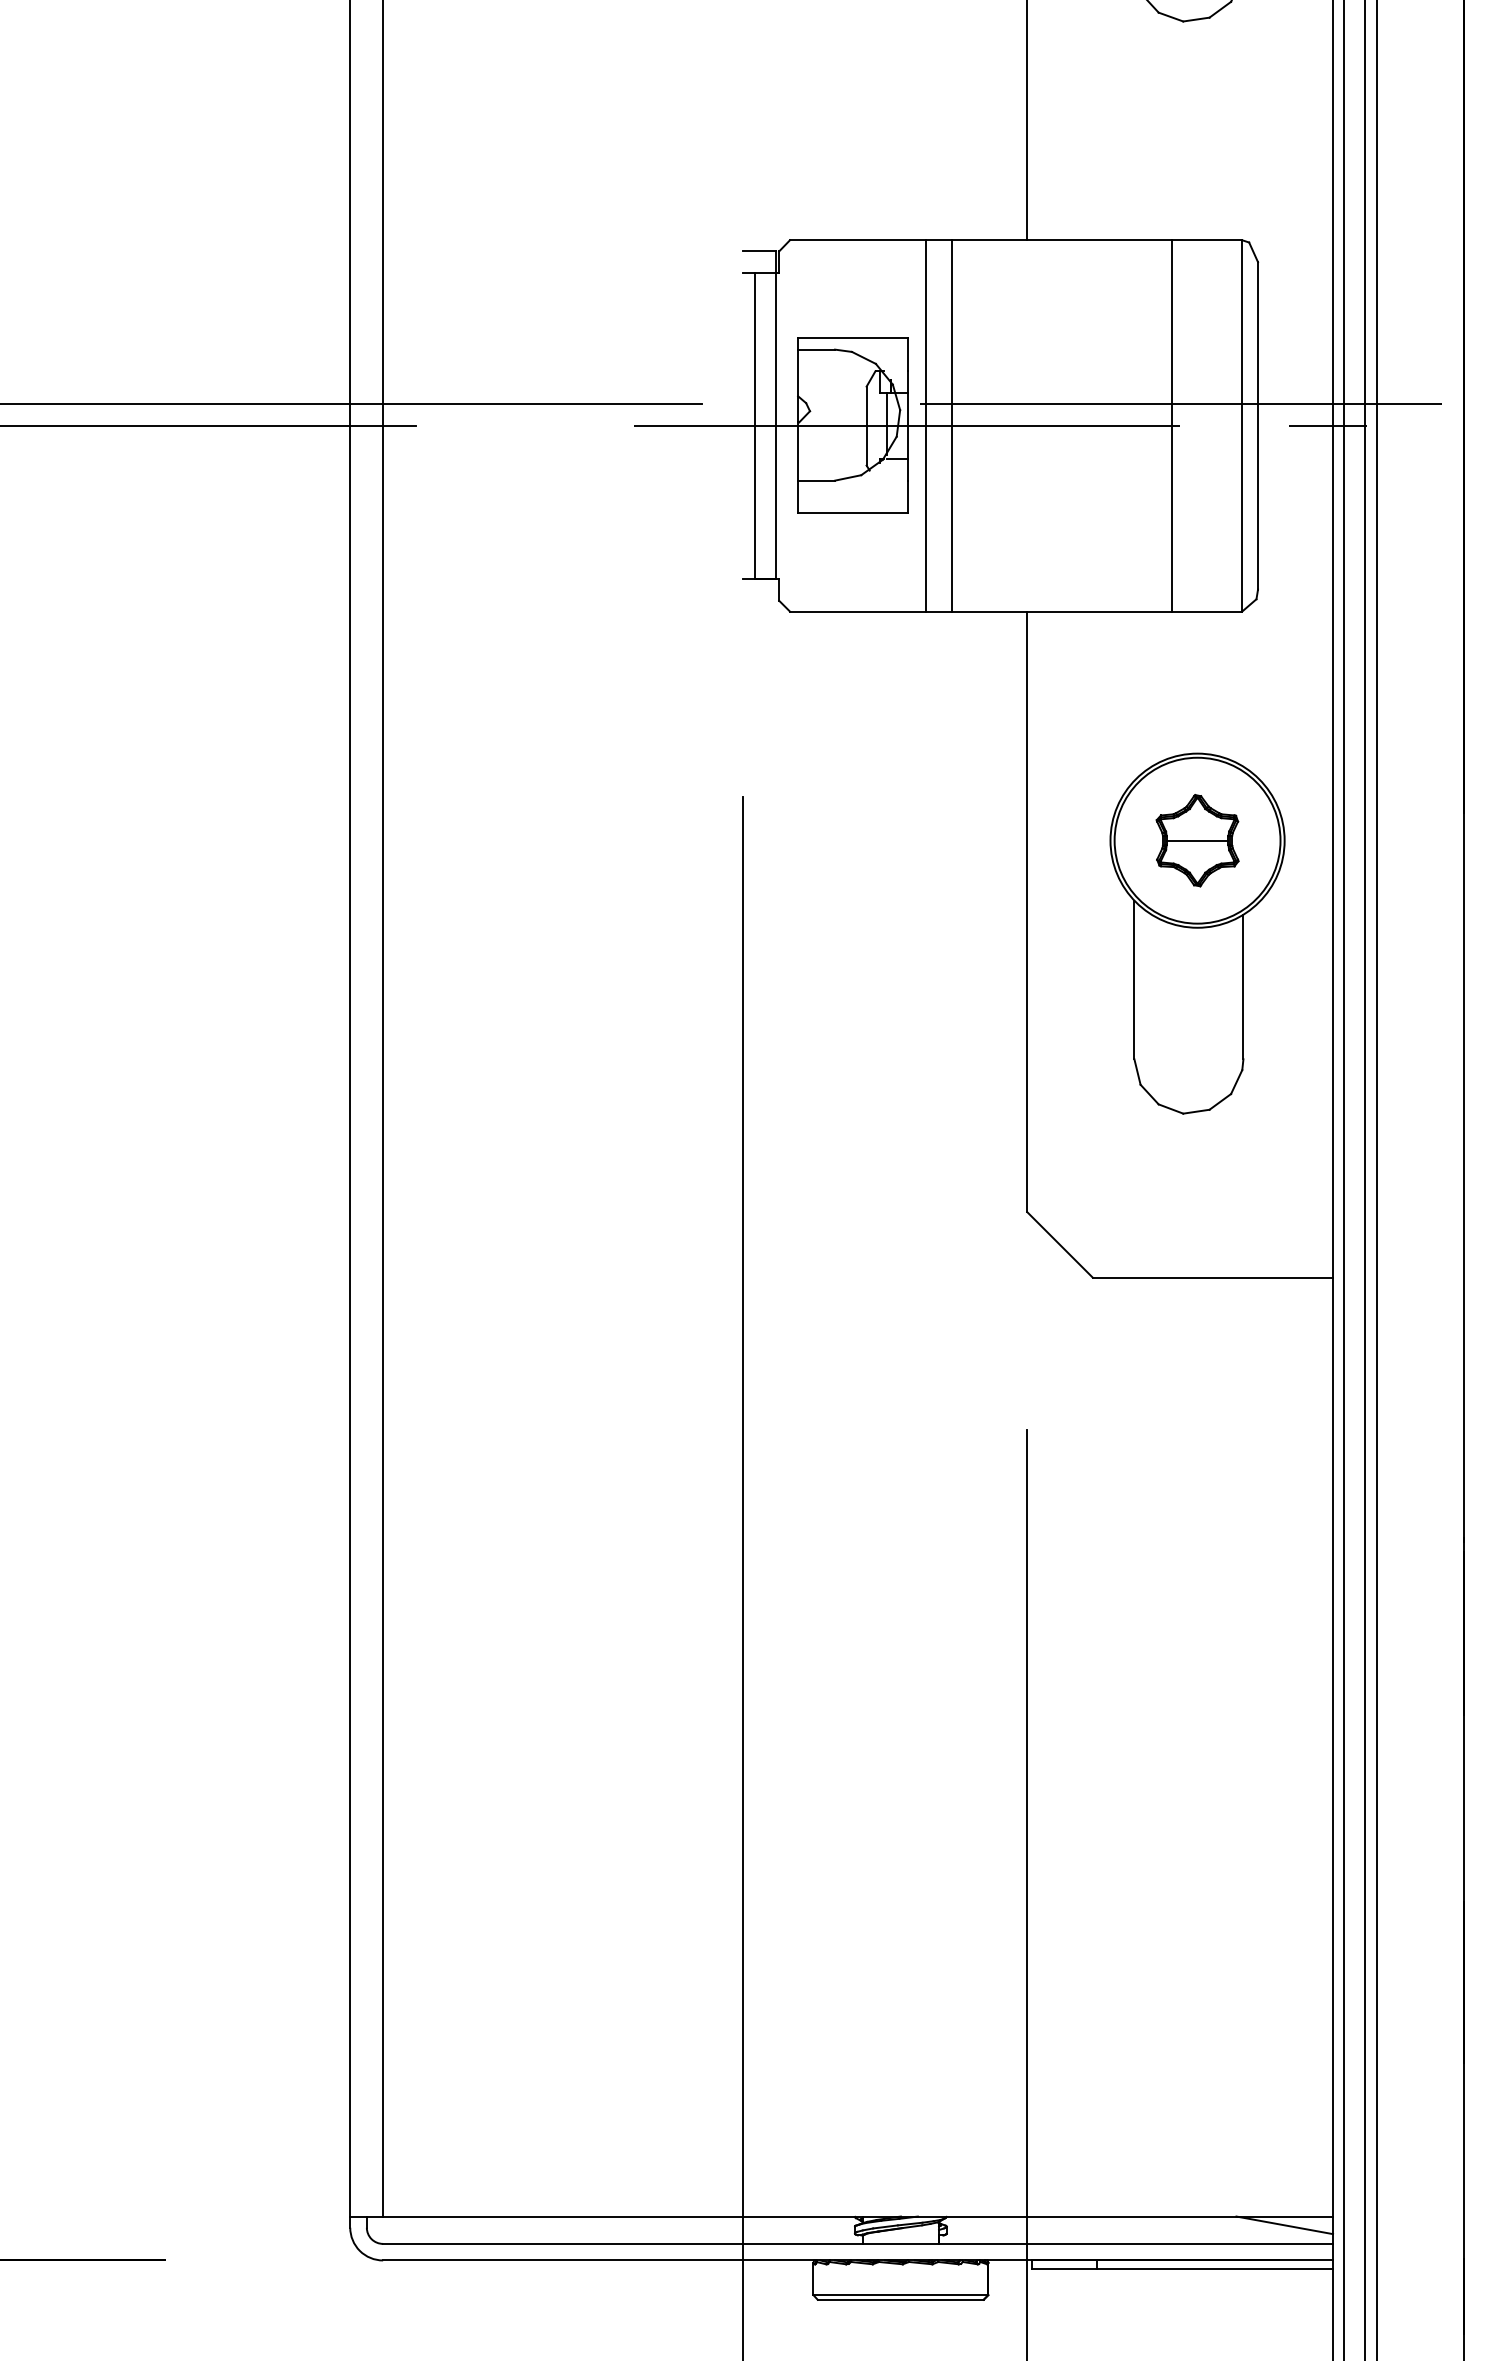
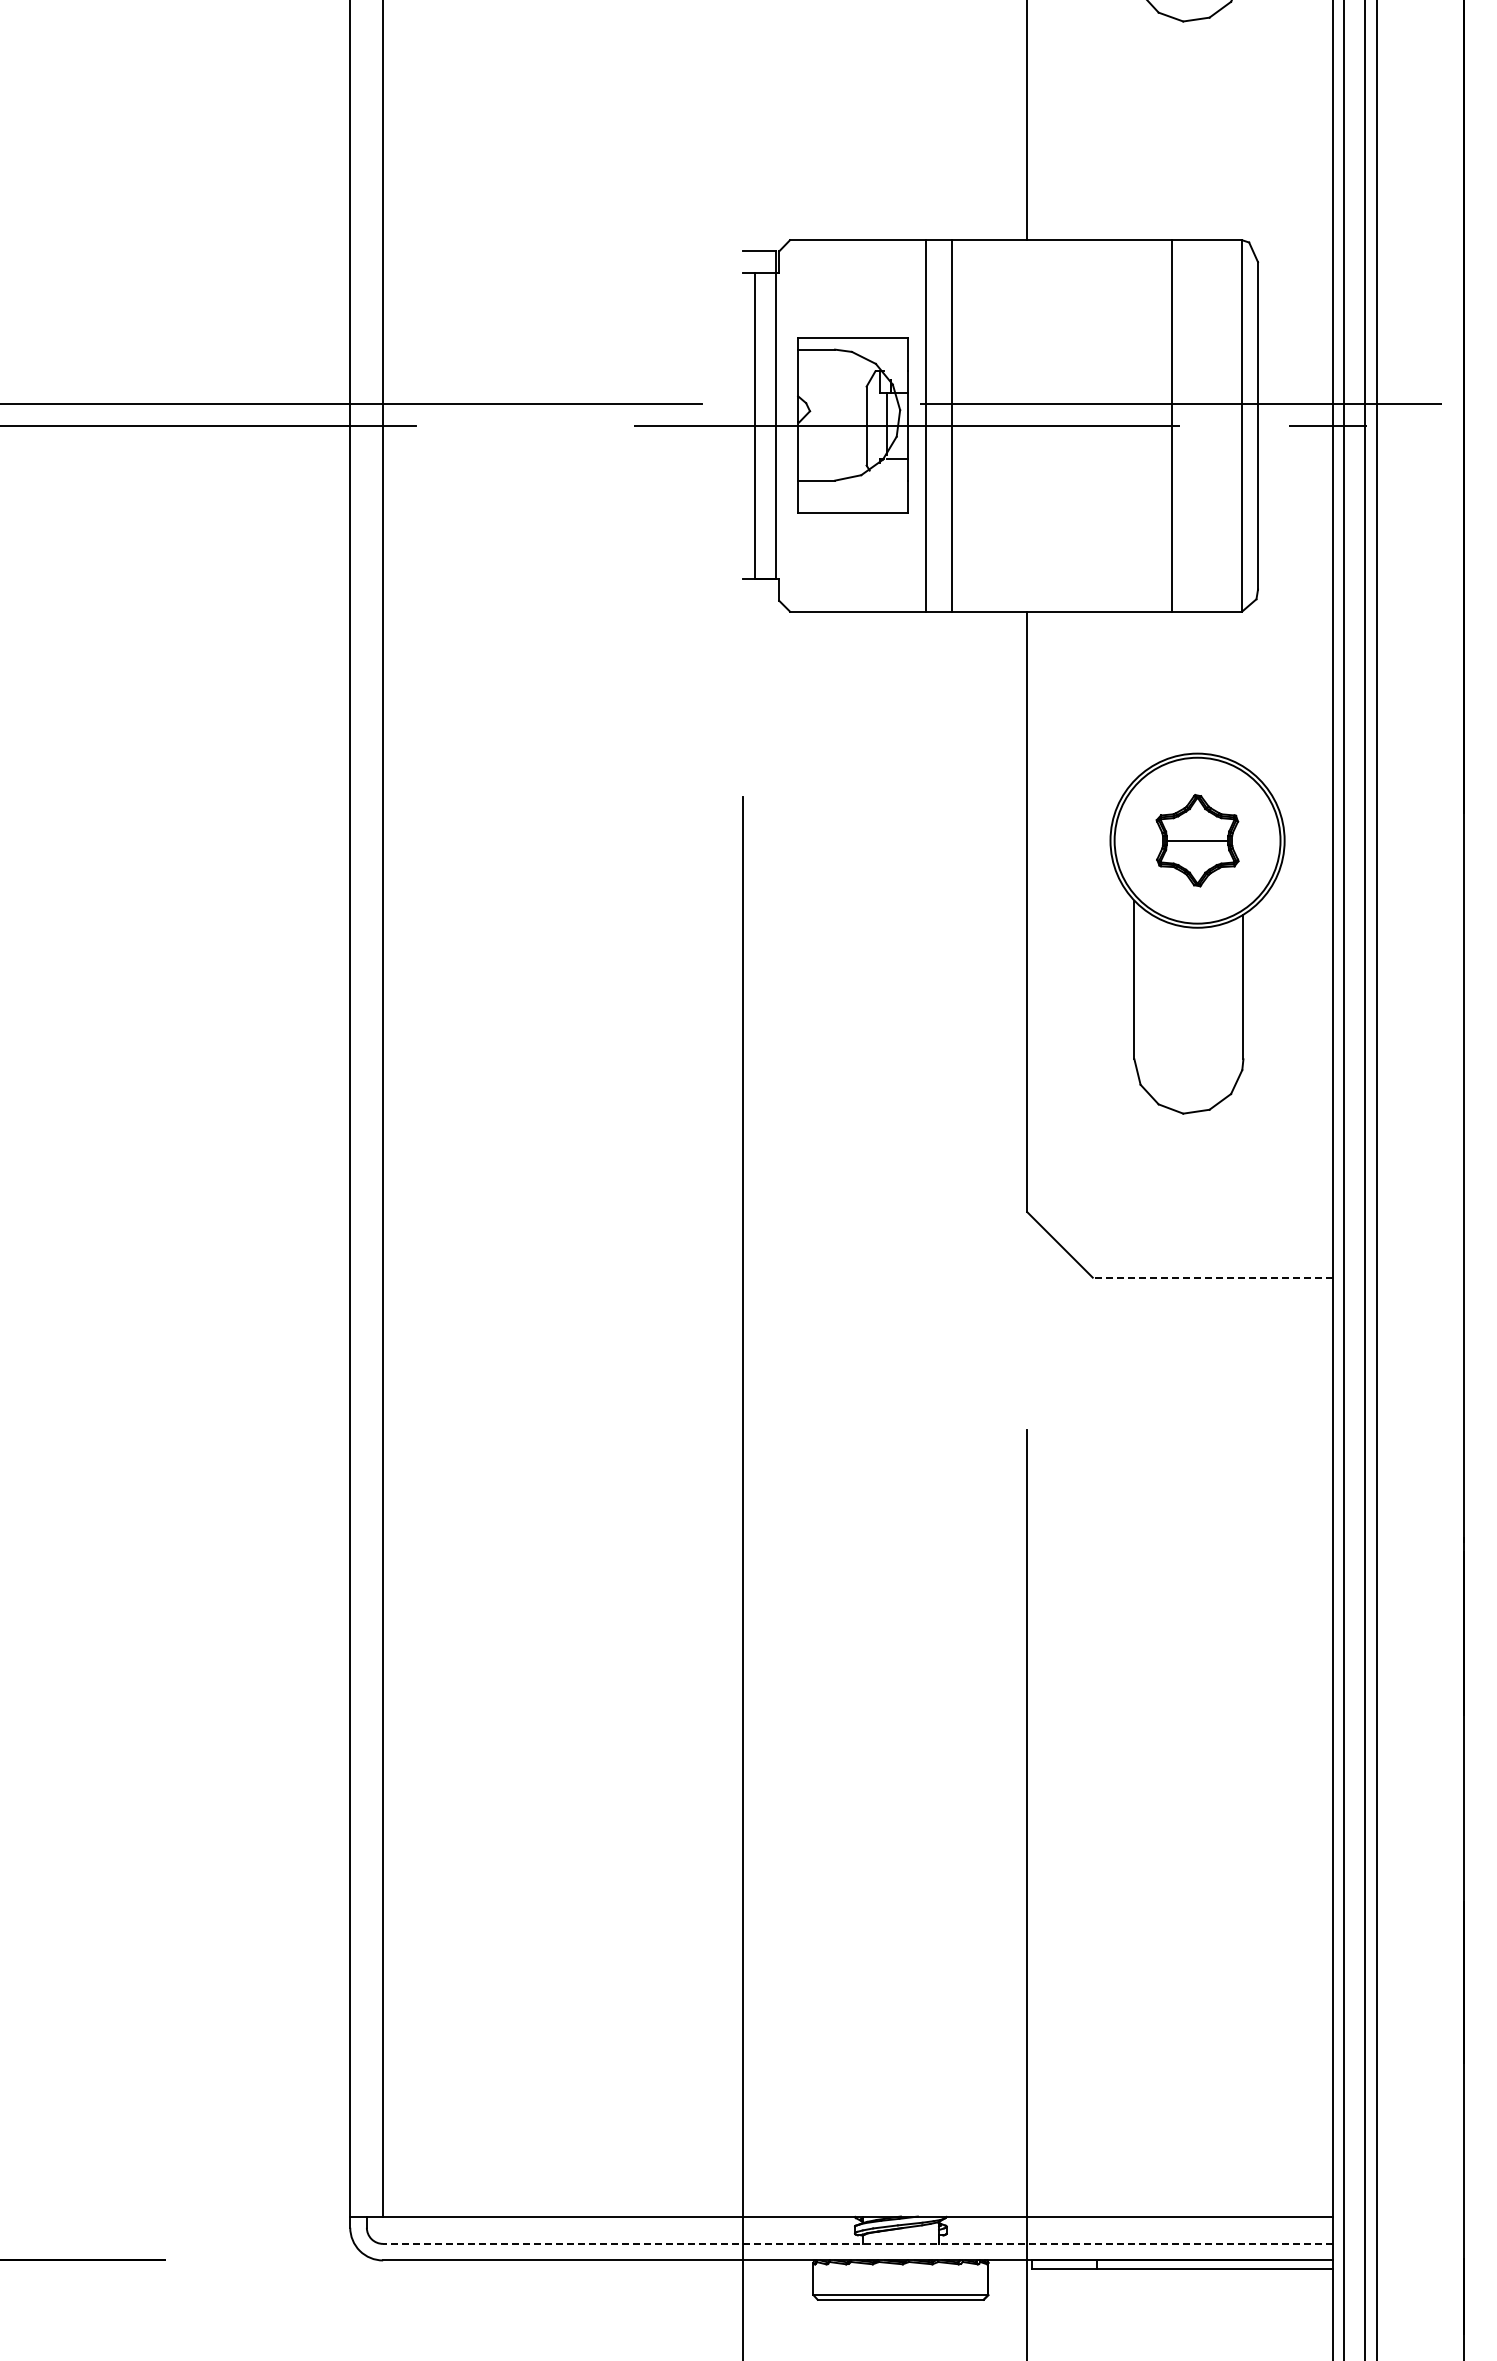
line at (1212, 1277): solid -> dashed
line at (1284, 2225): present -> none
line at (858, 2243): solid -> dashed
